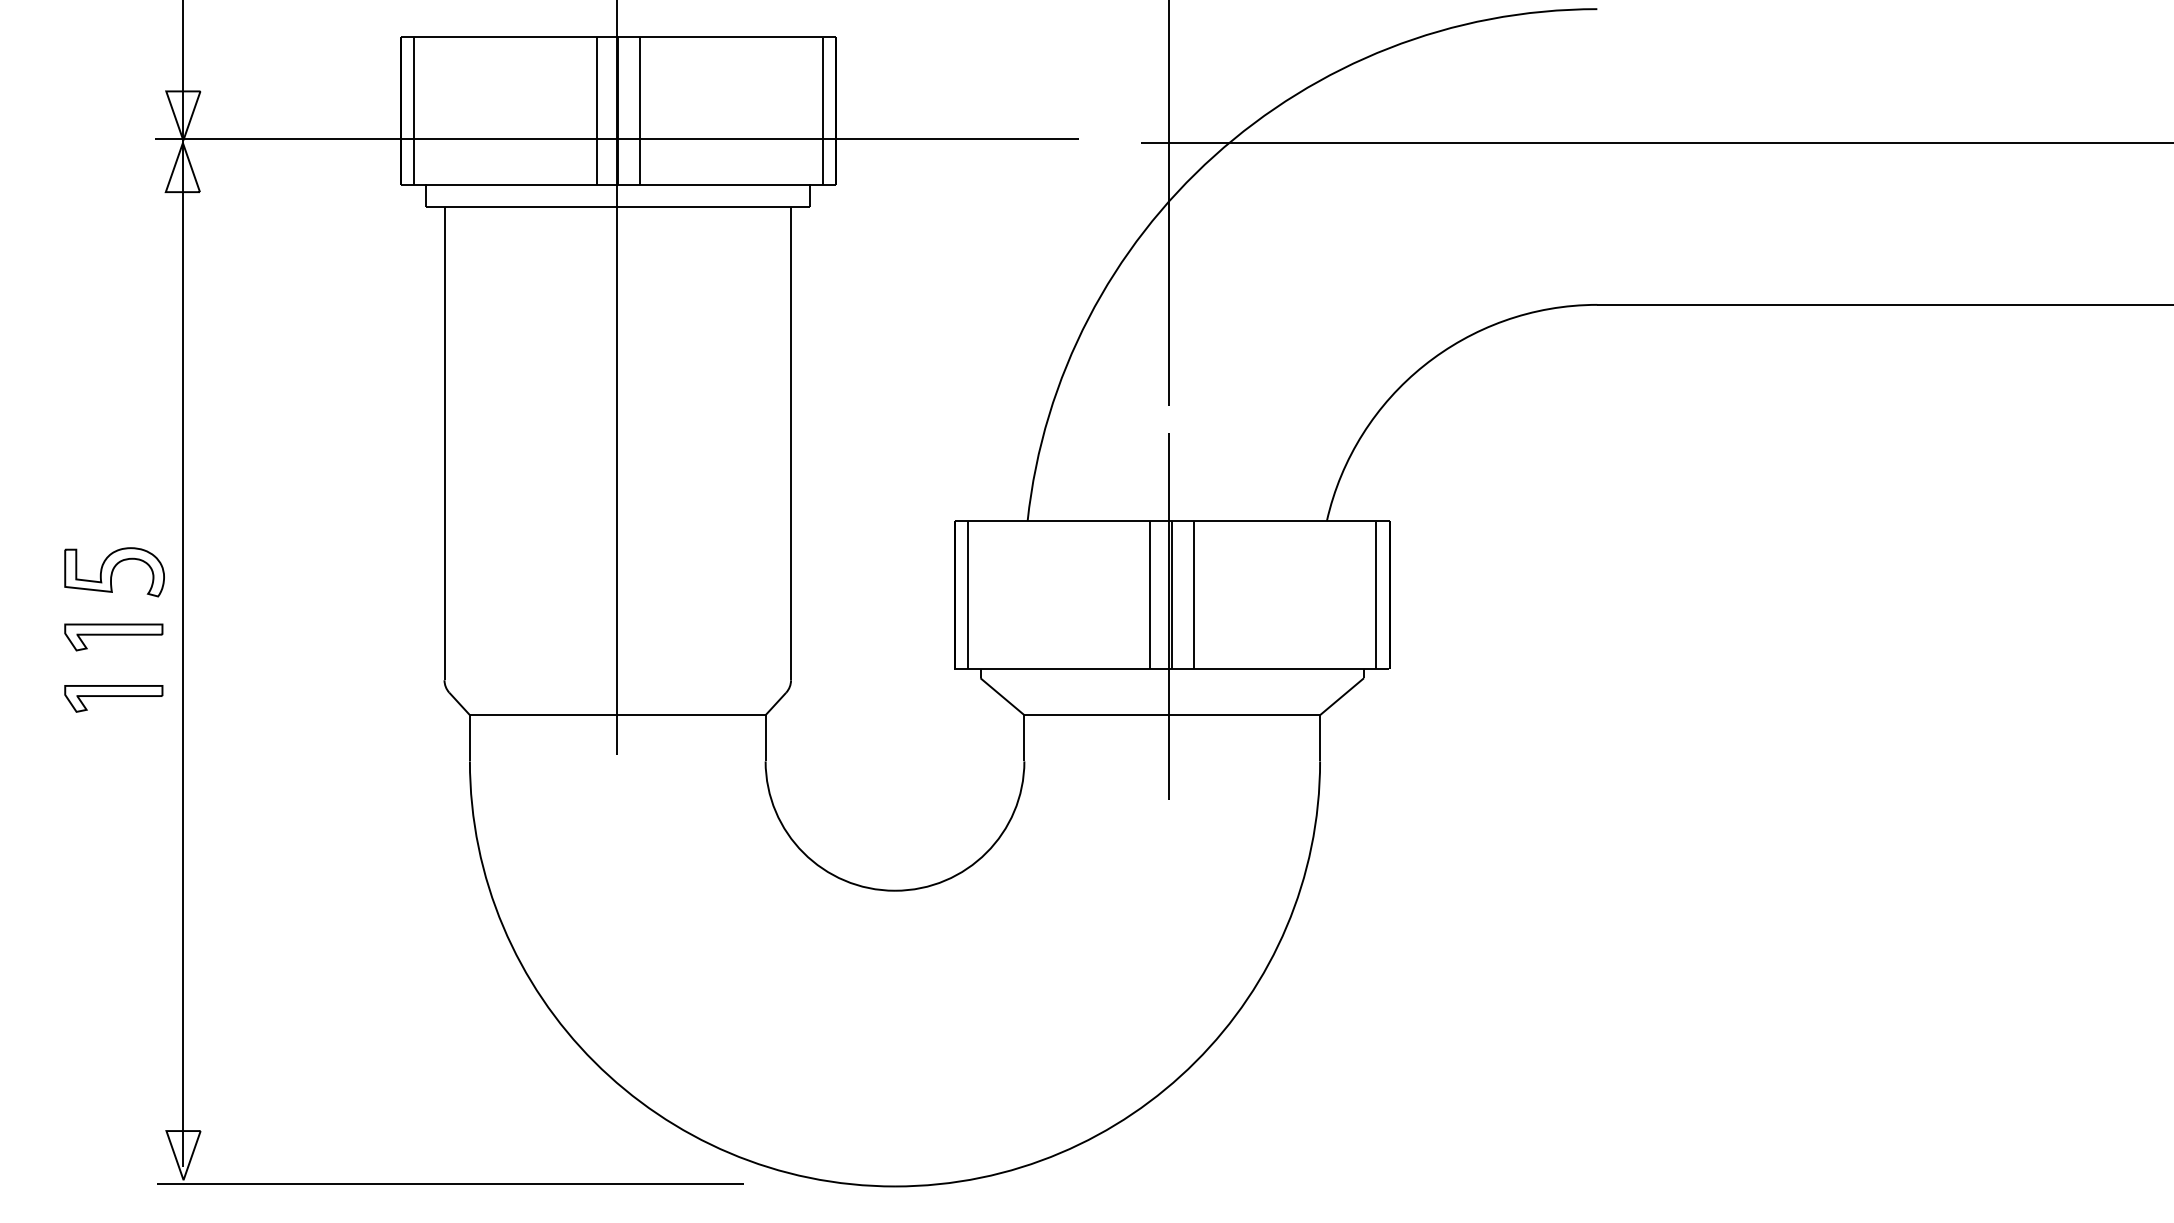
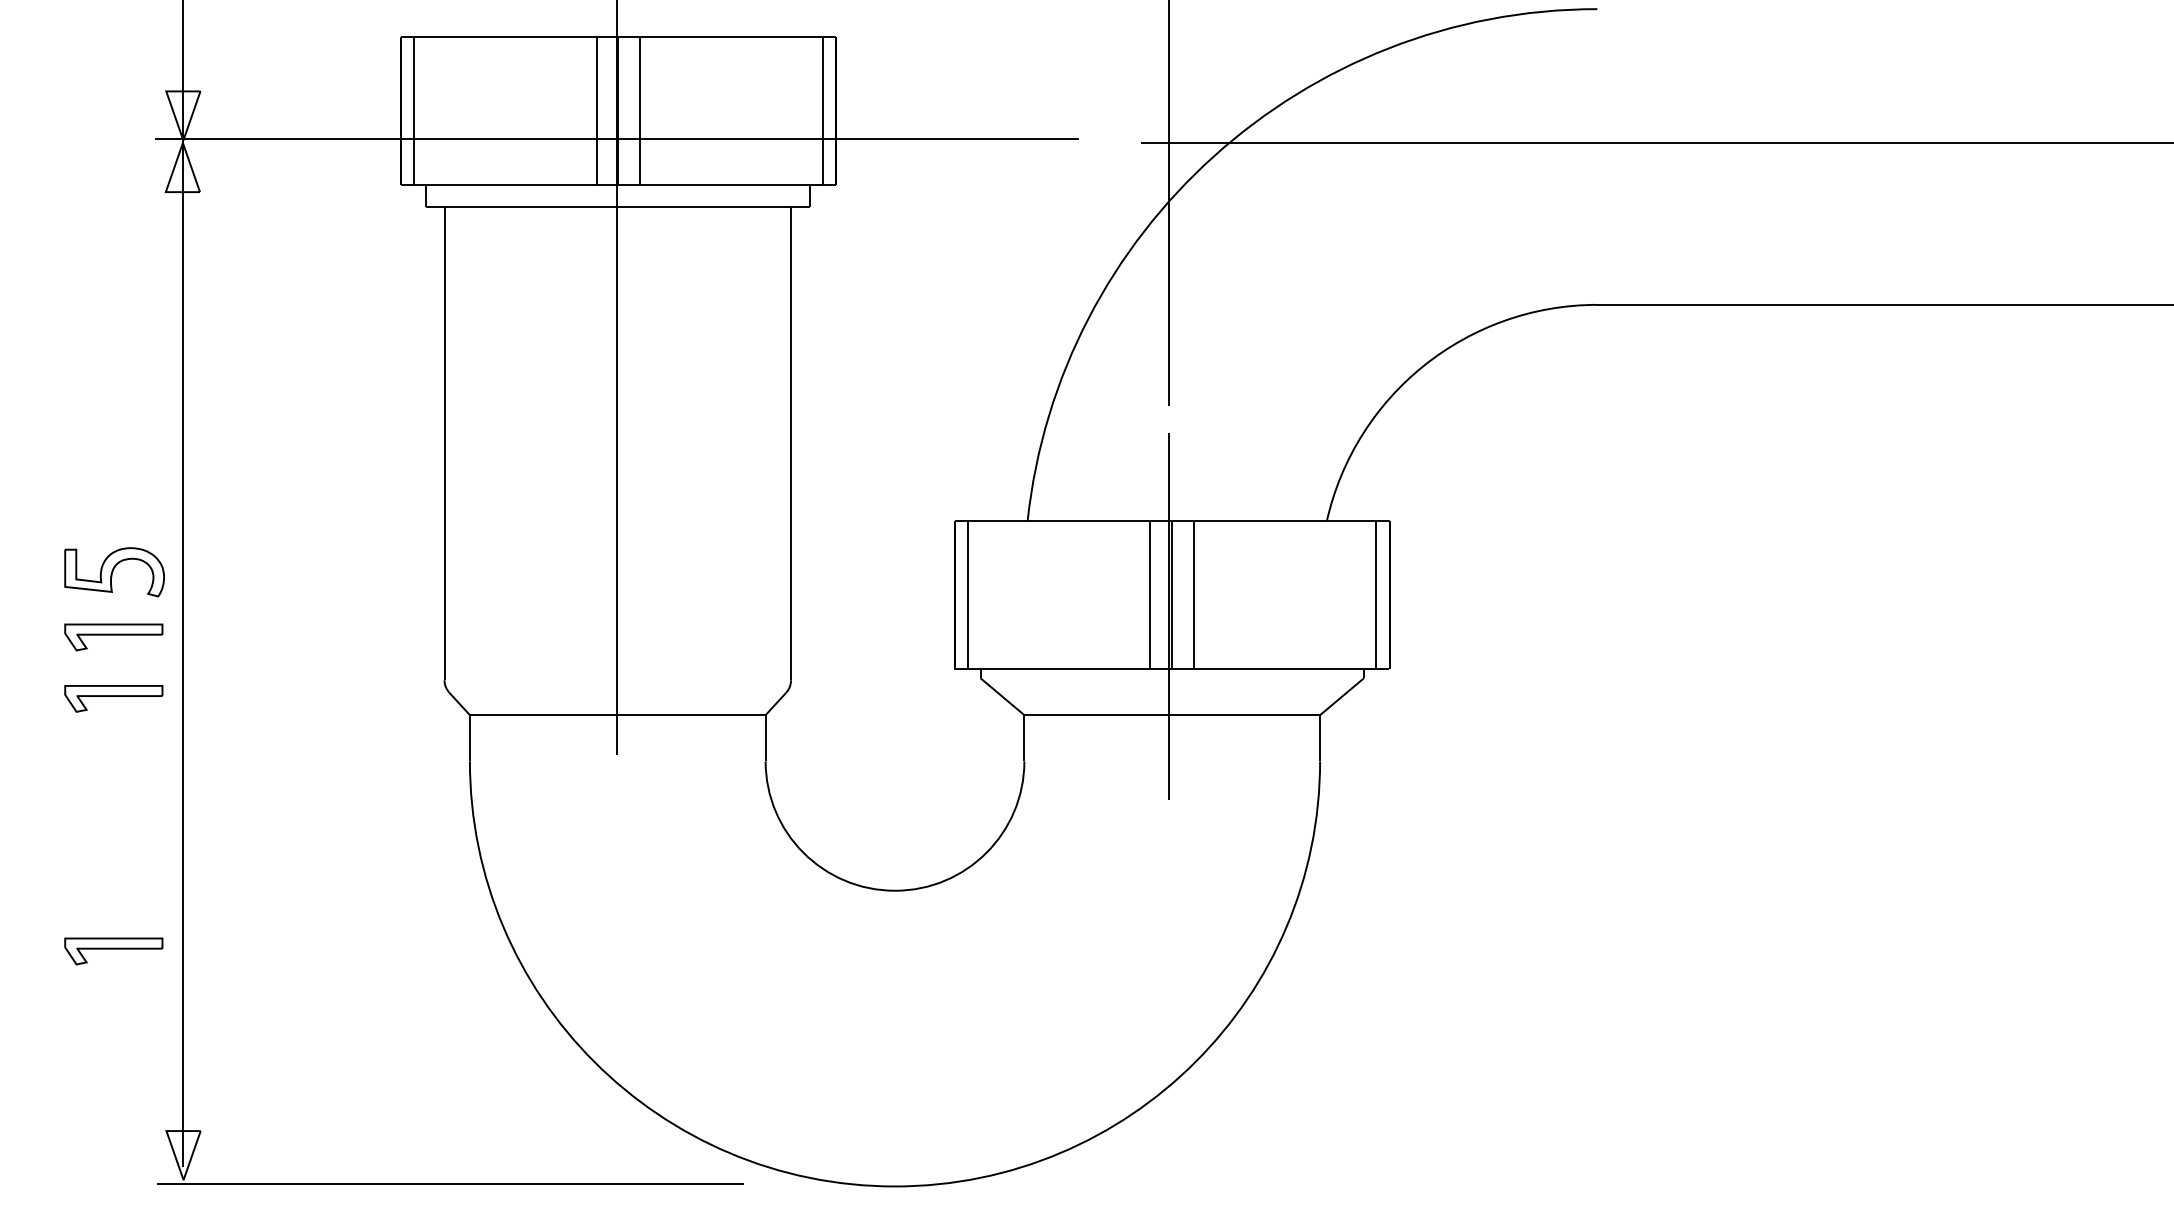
part at (113, 951): none -> present
